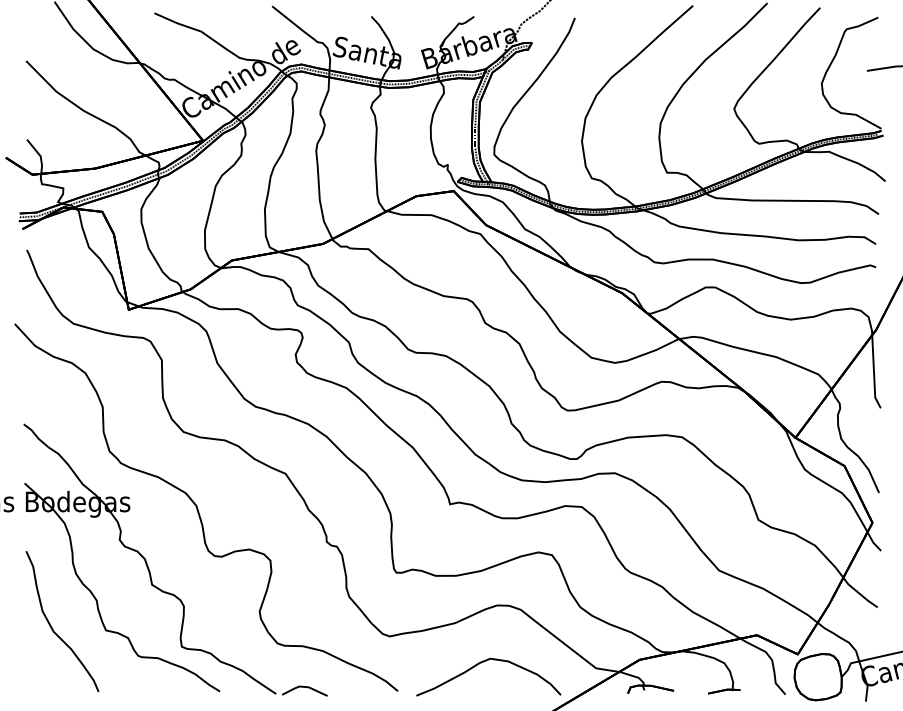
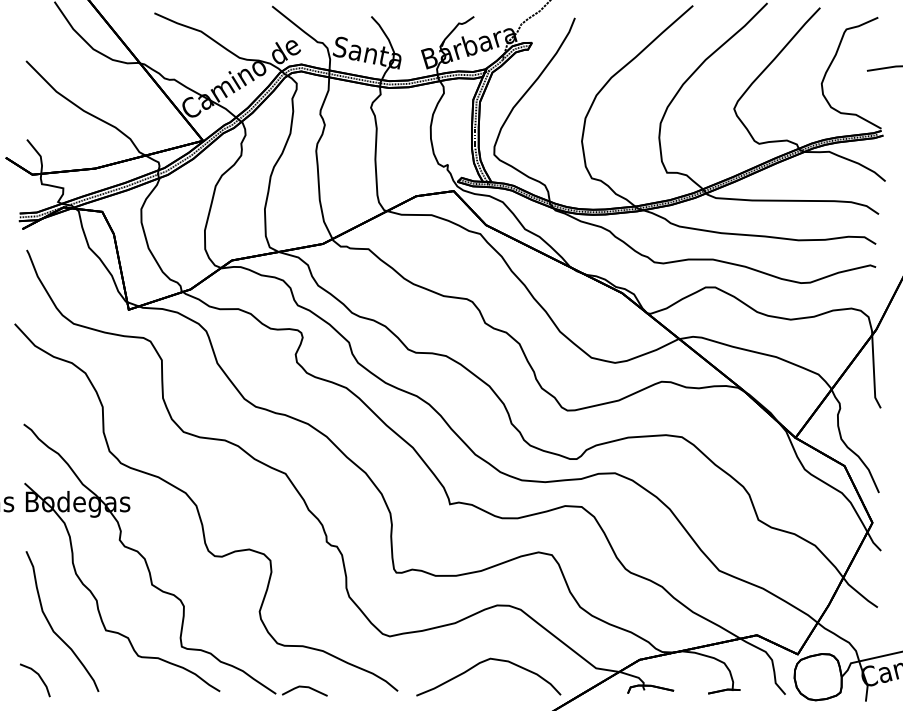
part at (35, 680): none -> present
